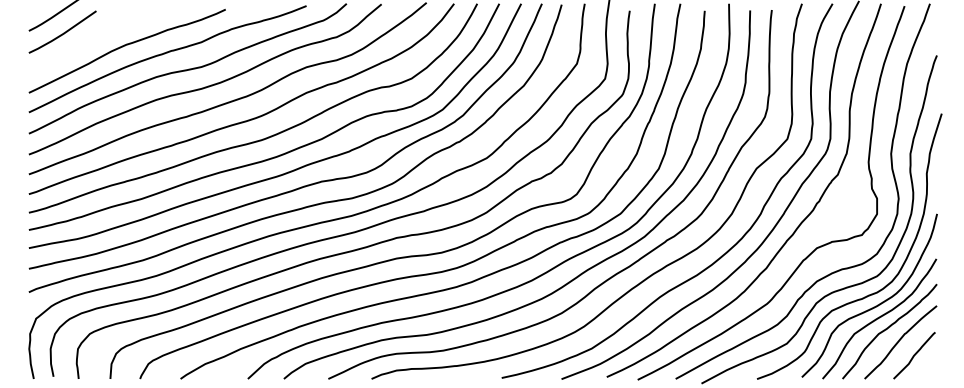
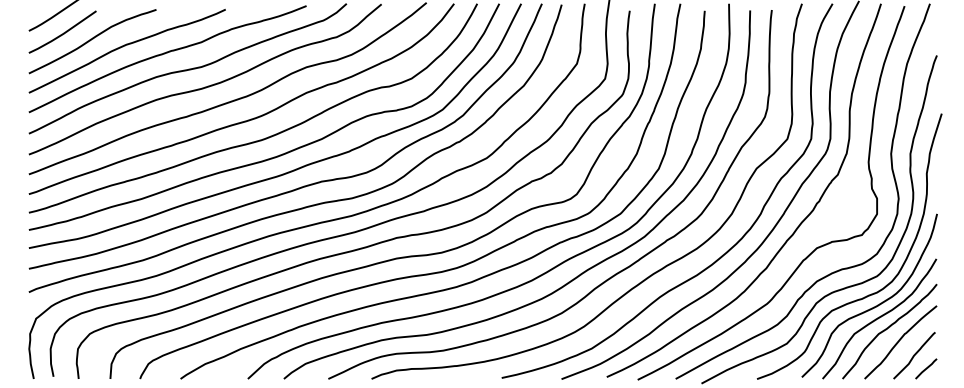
curve at (91, 40): none -> present
line at (926, 368): none -> present
